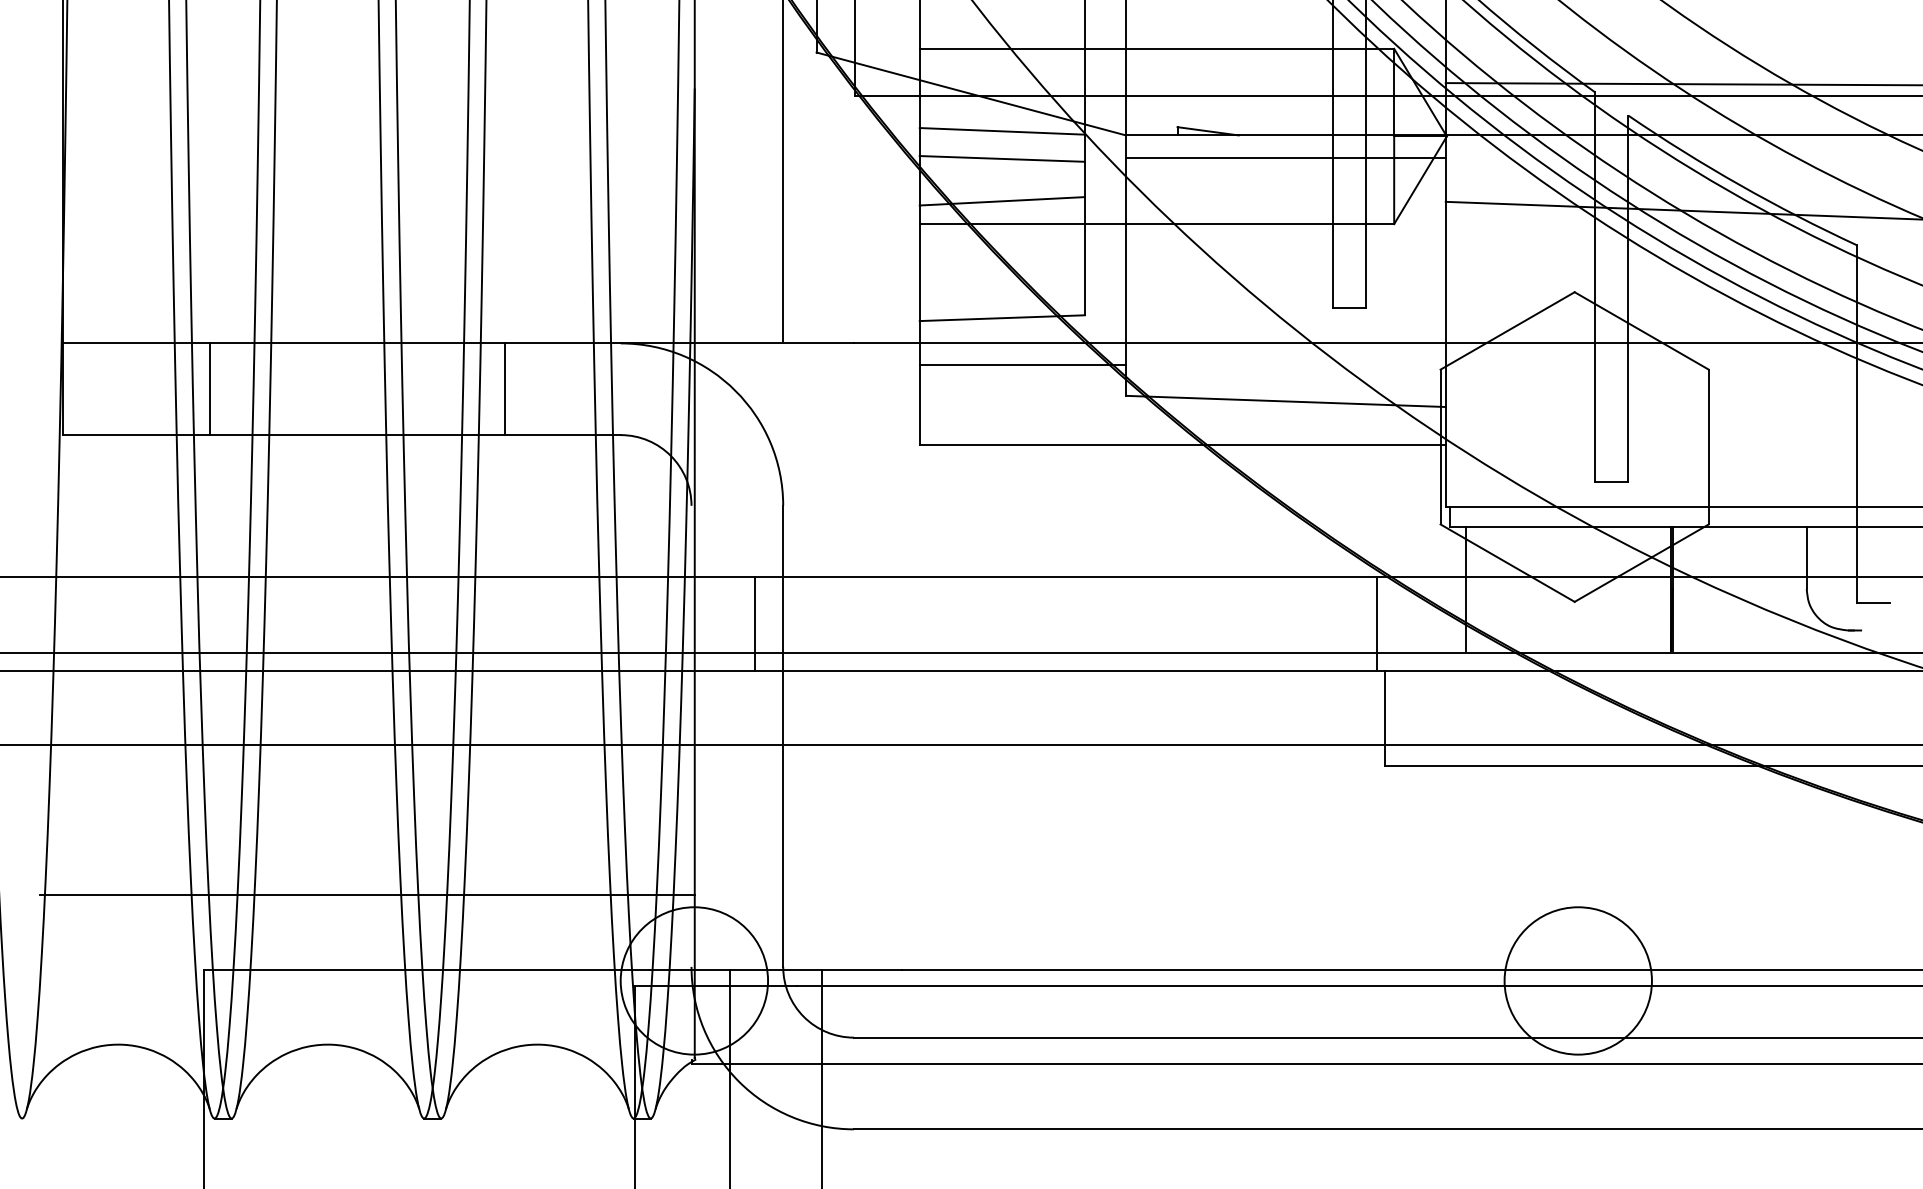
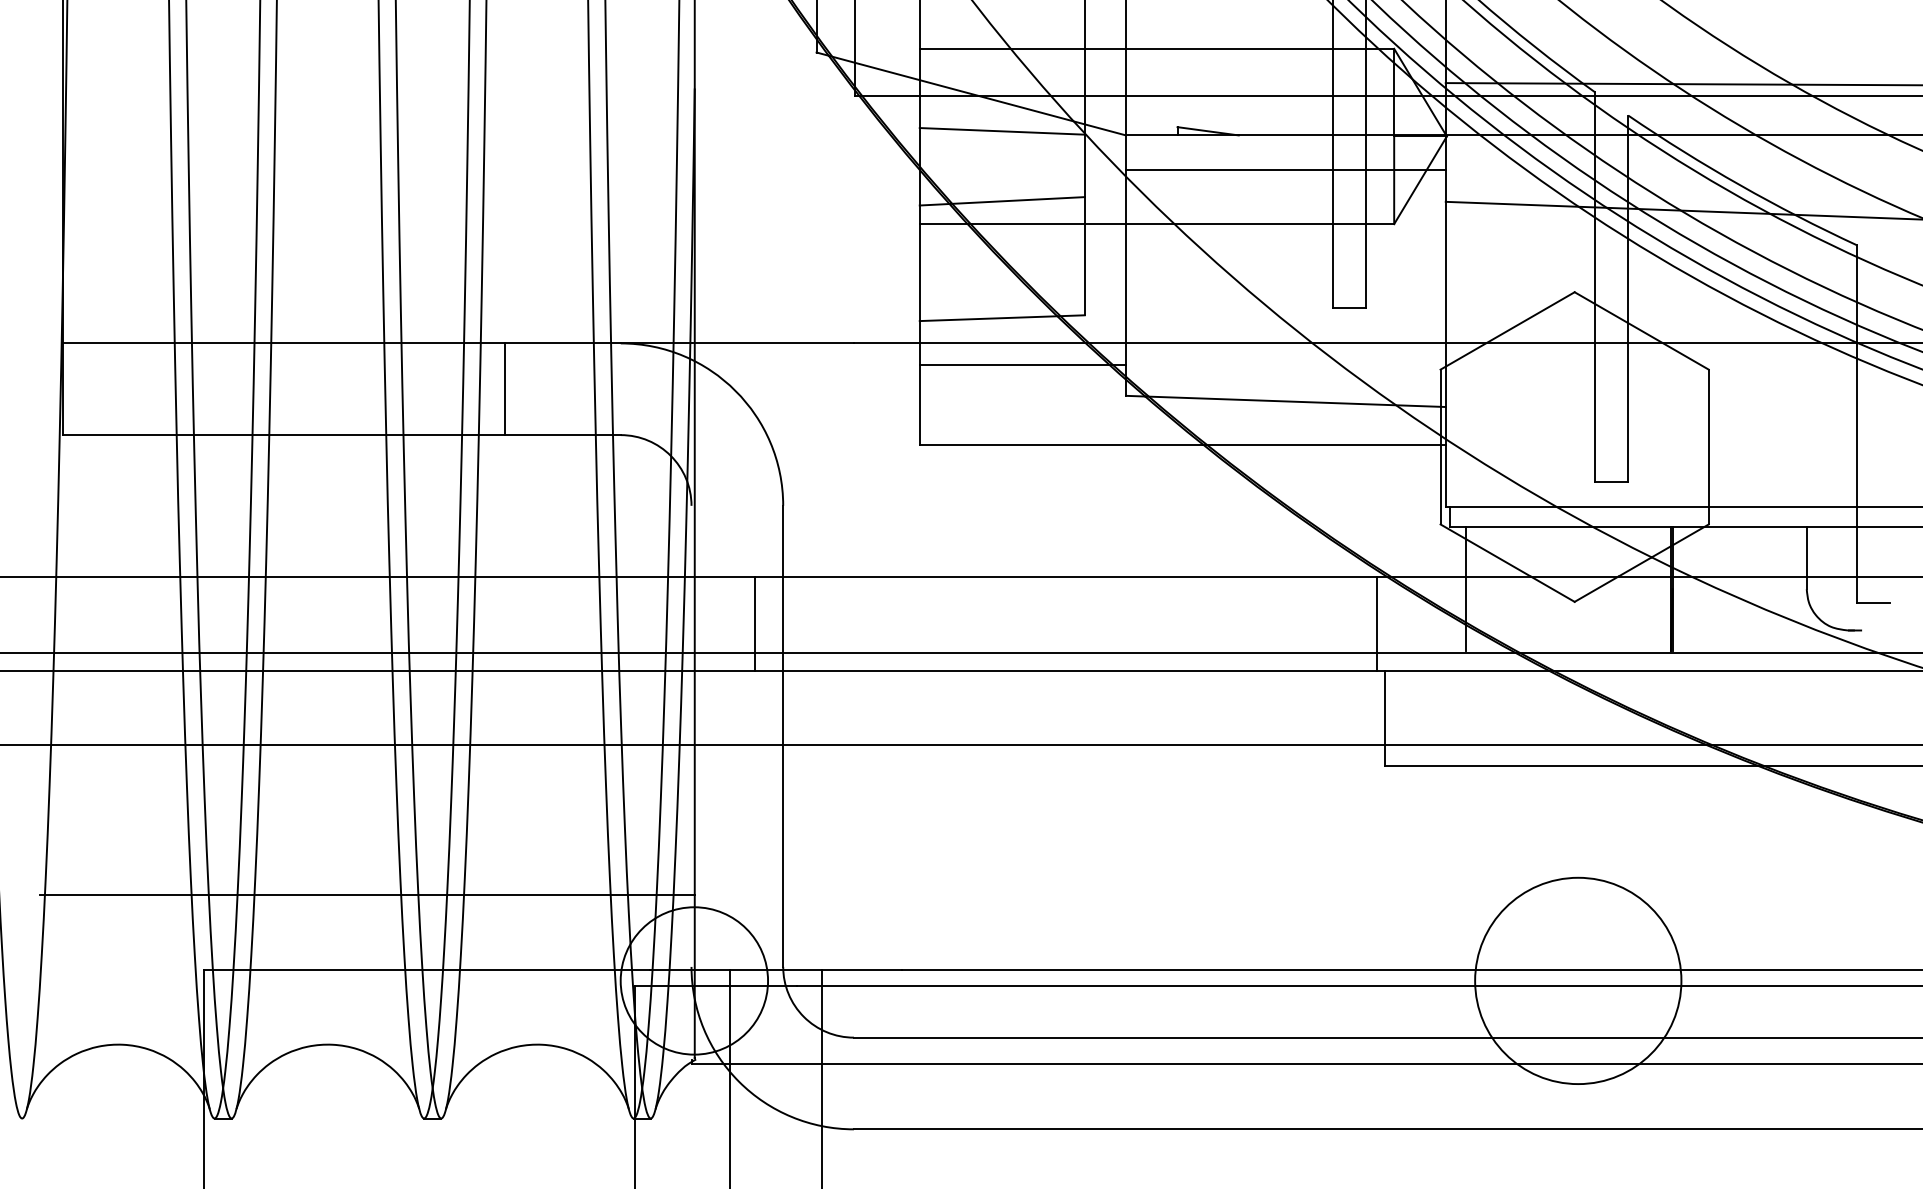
line at (1285, 157) position: (1285, 157) -> (1285, 169)
line at (1001, 158): present -> none
line at (783, 172): present -> none
line at (210, 389): present -> none
circle at (1577, 980) diameter: 147 px -> 206 px
